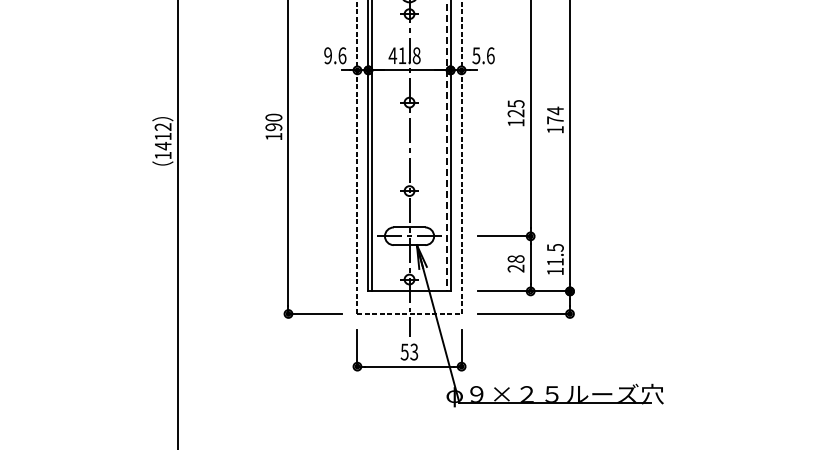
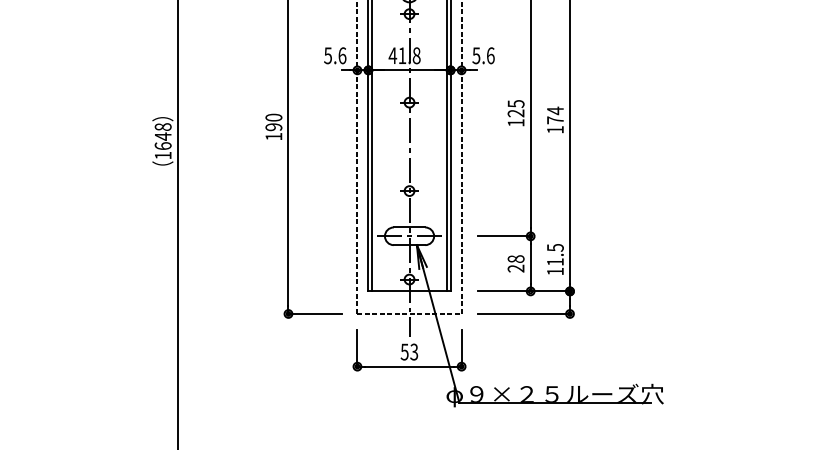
text at (327, 55): 9.6 -> 5.6
text at (162, 136): 1412 -> 1648
line at (446, 145): dashed -> solid
